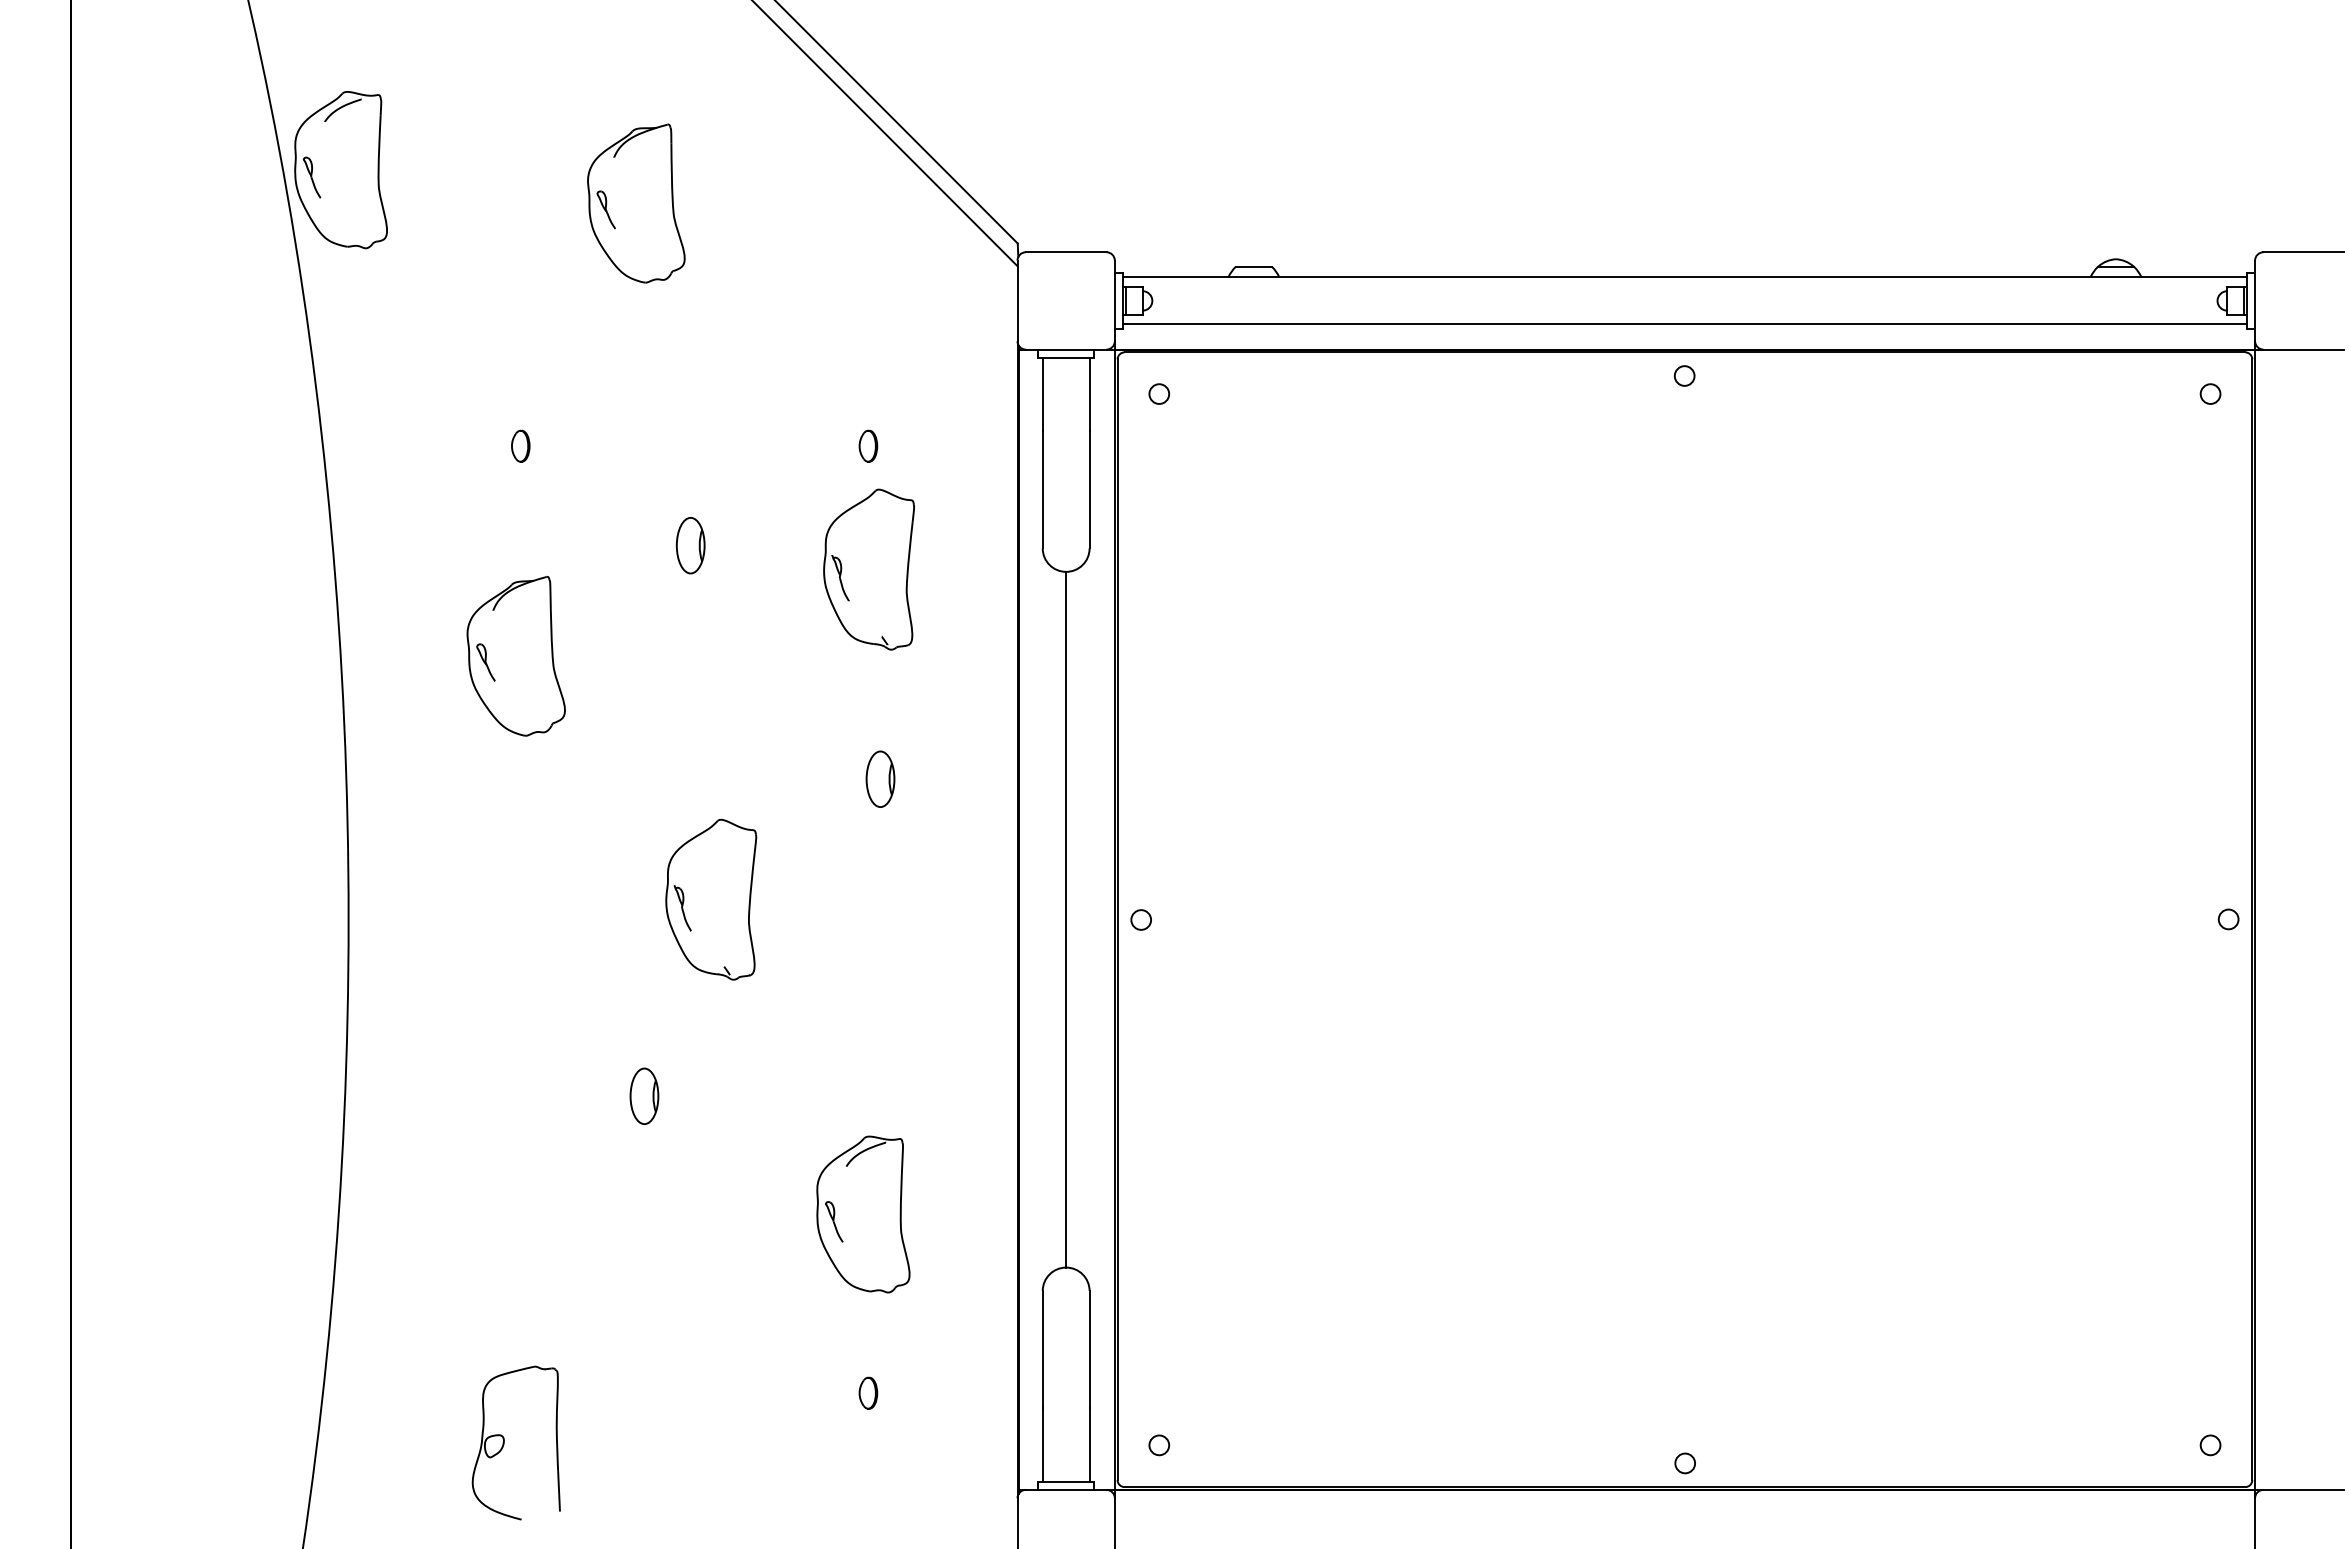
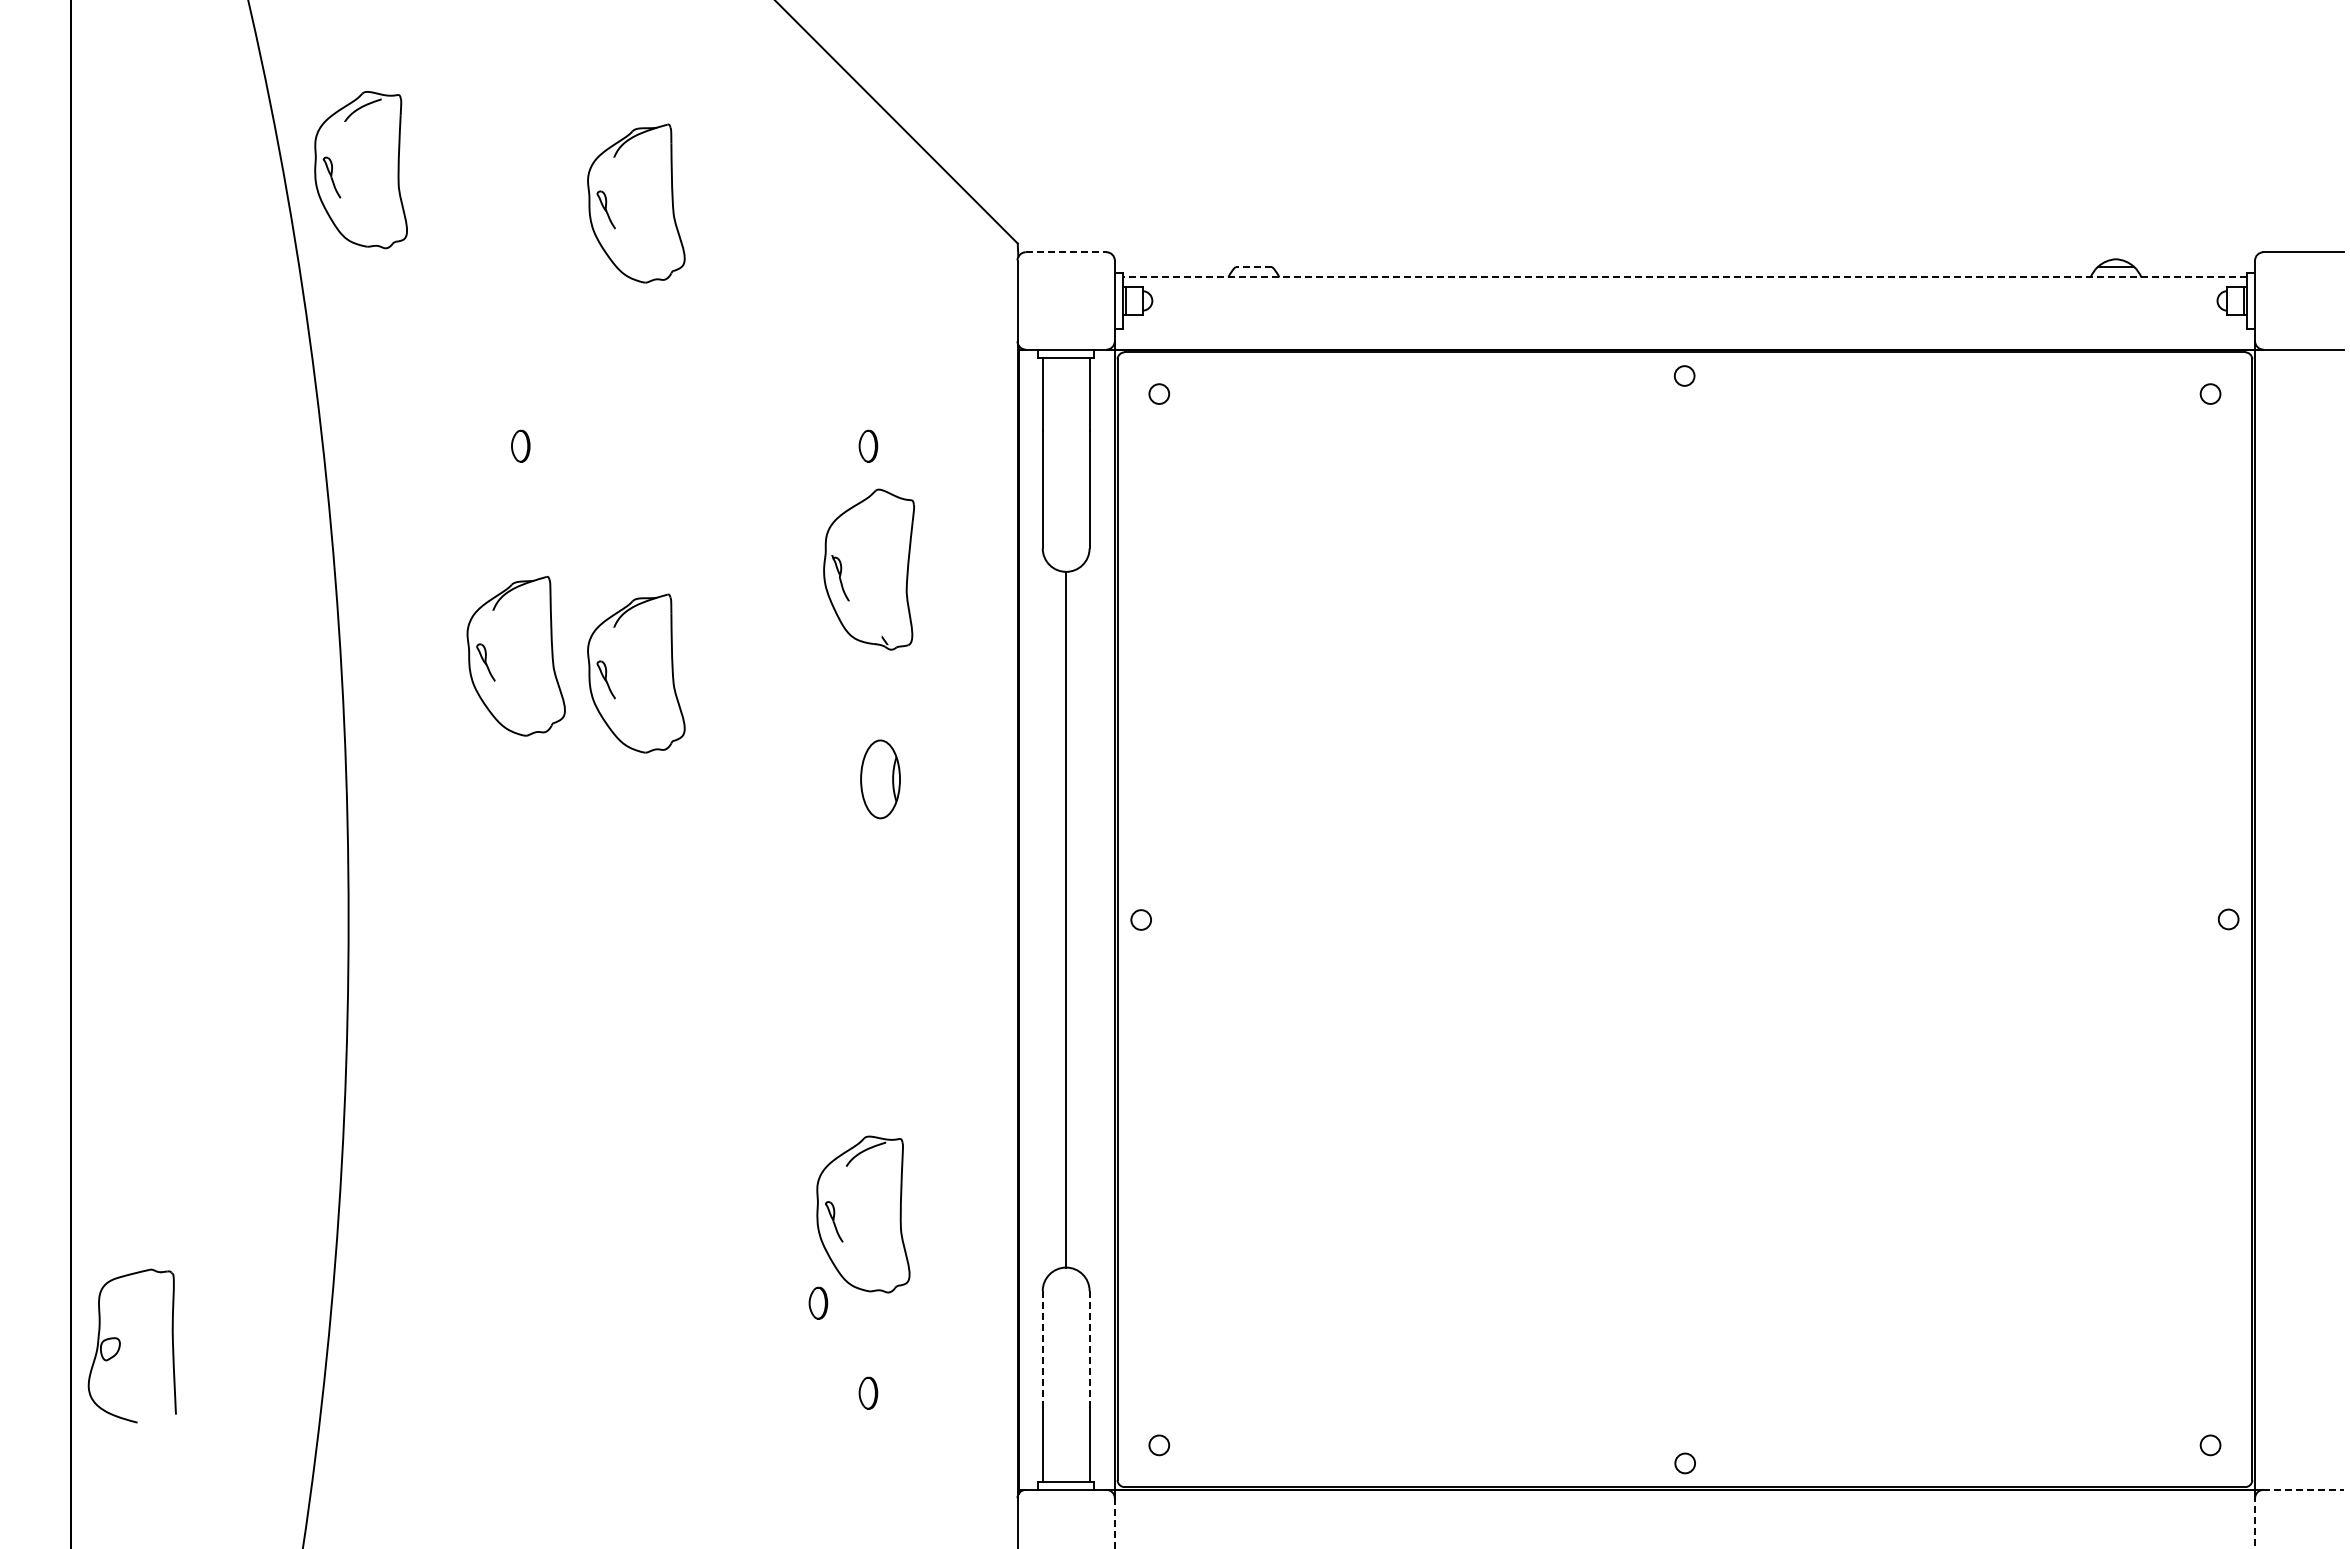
line at (885, 134): present -> none
part at (340, 170) position: (340, 170) -> (360, 170)
line at (1066, 252): solid -> dashed
line at (1253, 266): solid -> dashed
line at (1684, 277): solid -> dashed
line at (1684, 324): present -> none
part at (690, 545): present -> none
part at (636, 673): none -> present
part at (880, 778) size: 31x58 px -> 41x81 px
part at (711, 899): present -> none
part at (644, 1095): present -> none
part at (818, 1302): none -> present
line at (1042, 1349): solid -> dashed
line at (1089, 1349): solid -> dashed
part at (504, 1442) position: (504, 1442) -> (120, 1345)
line at (2304, 1489): solid -> dashed
line at (1114, 1523): solid -> dashed
line at (2255, 1523): solid -> dashed
